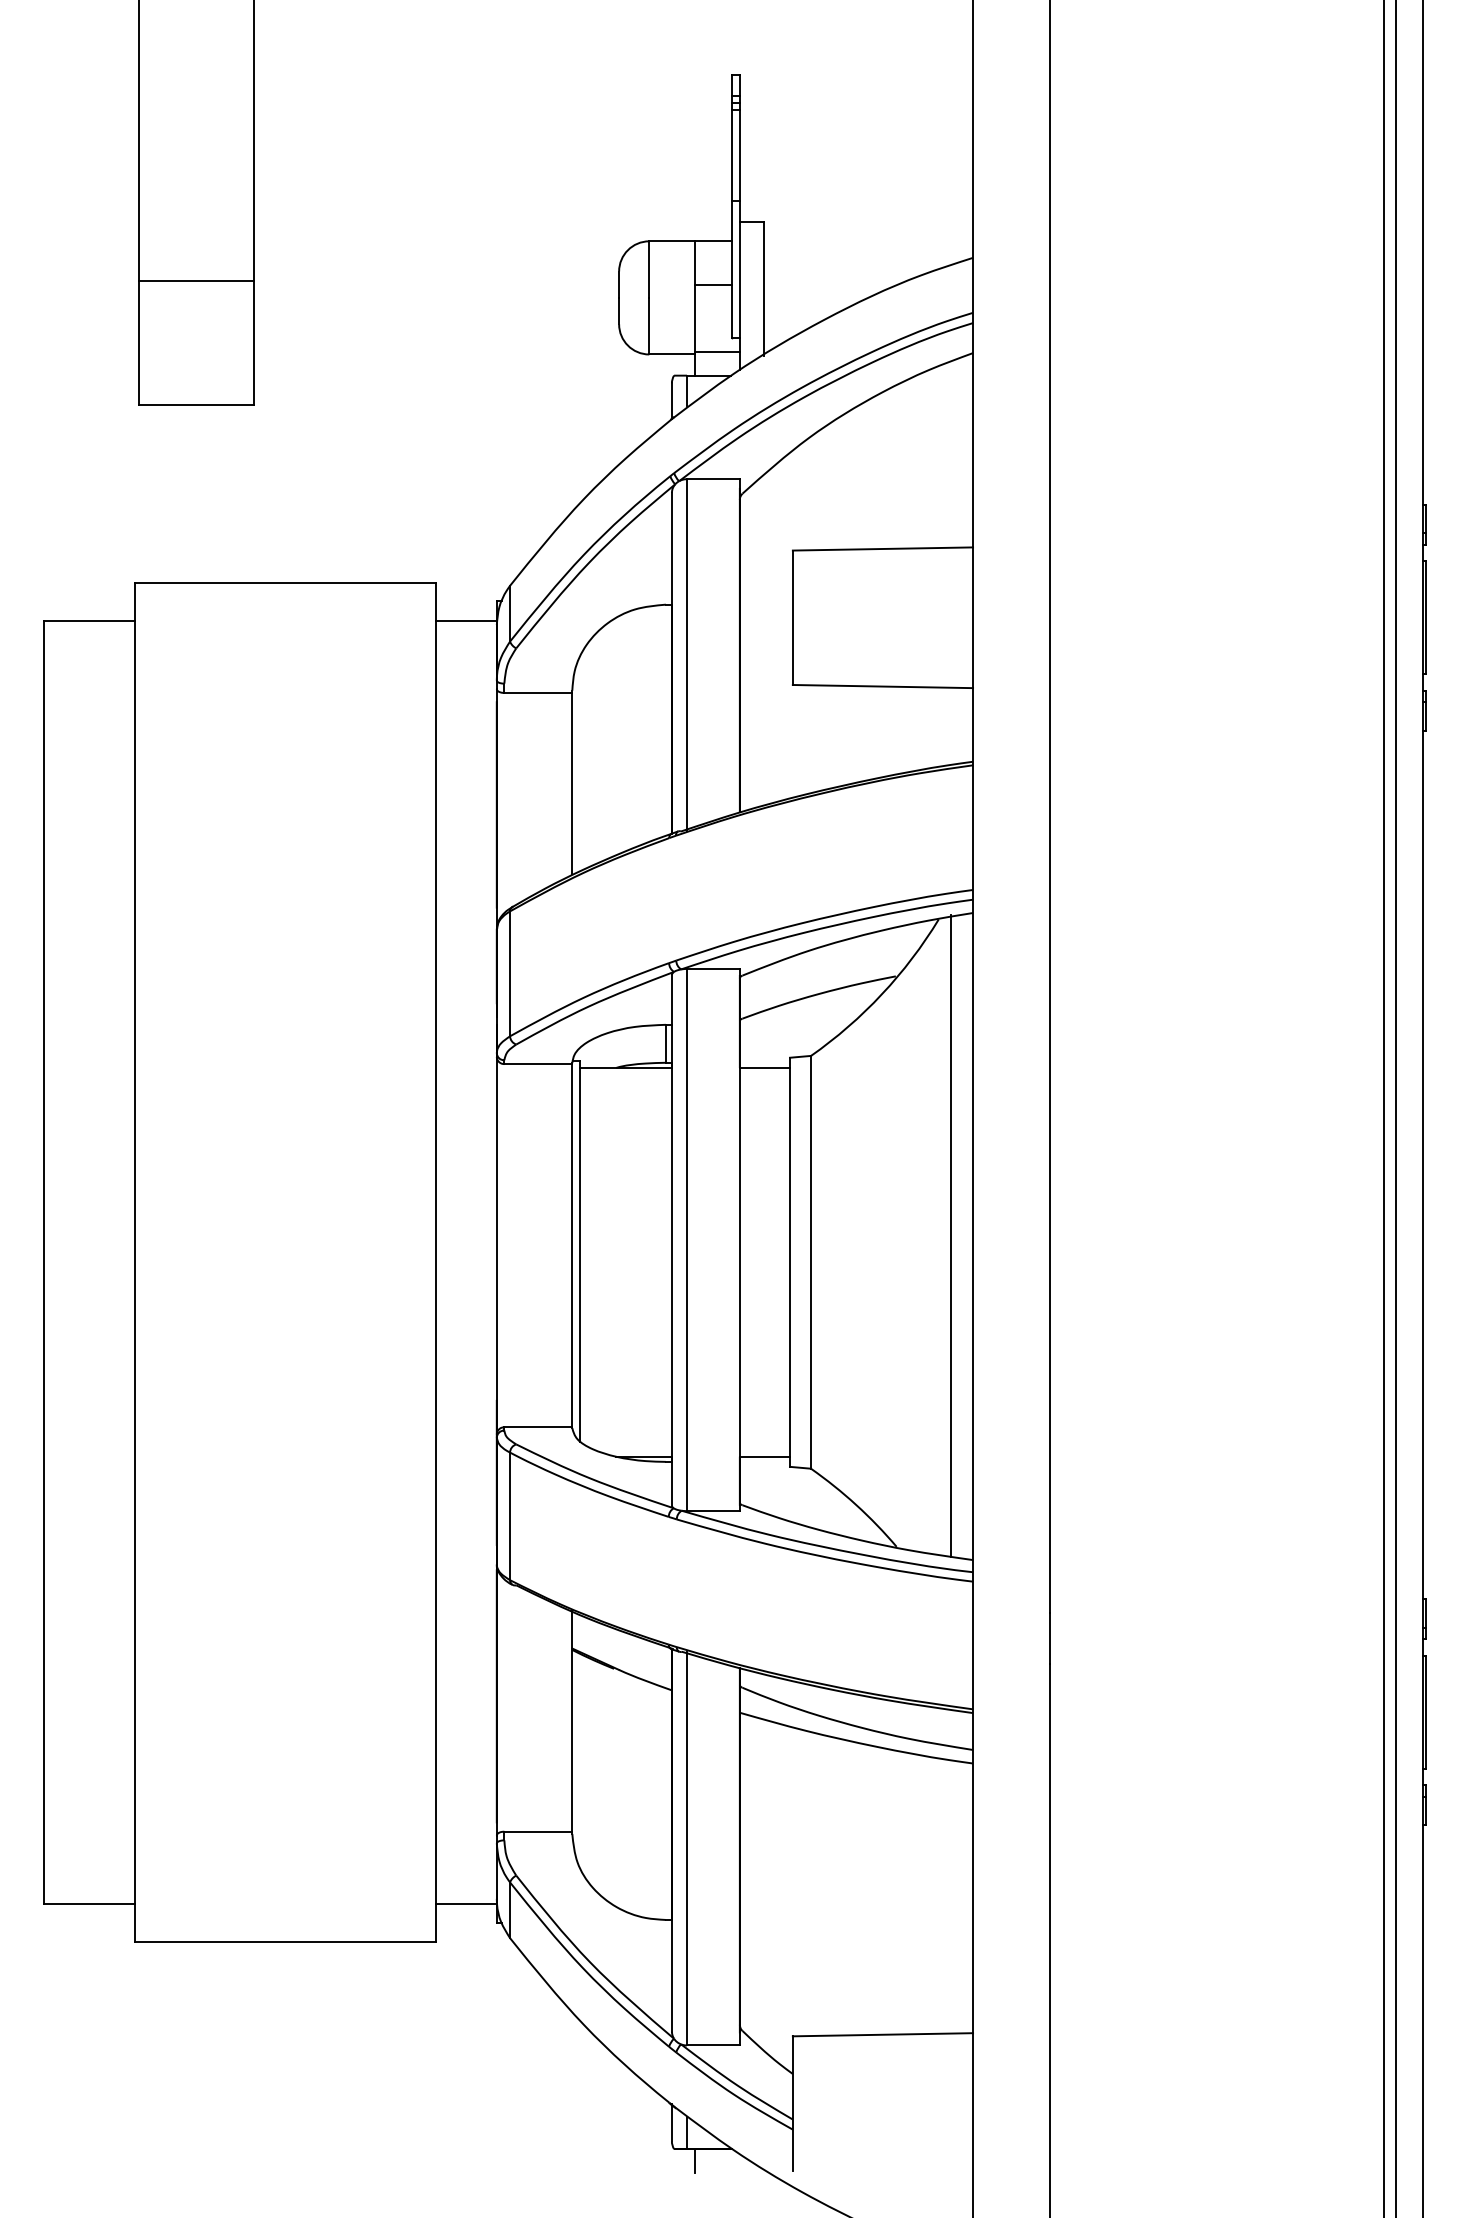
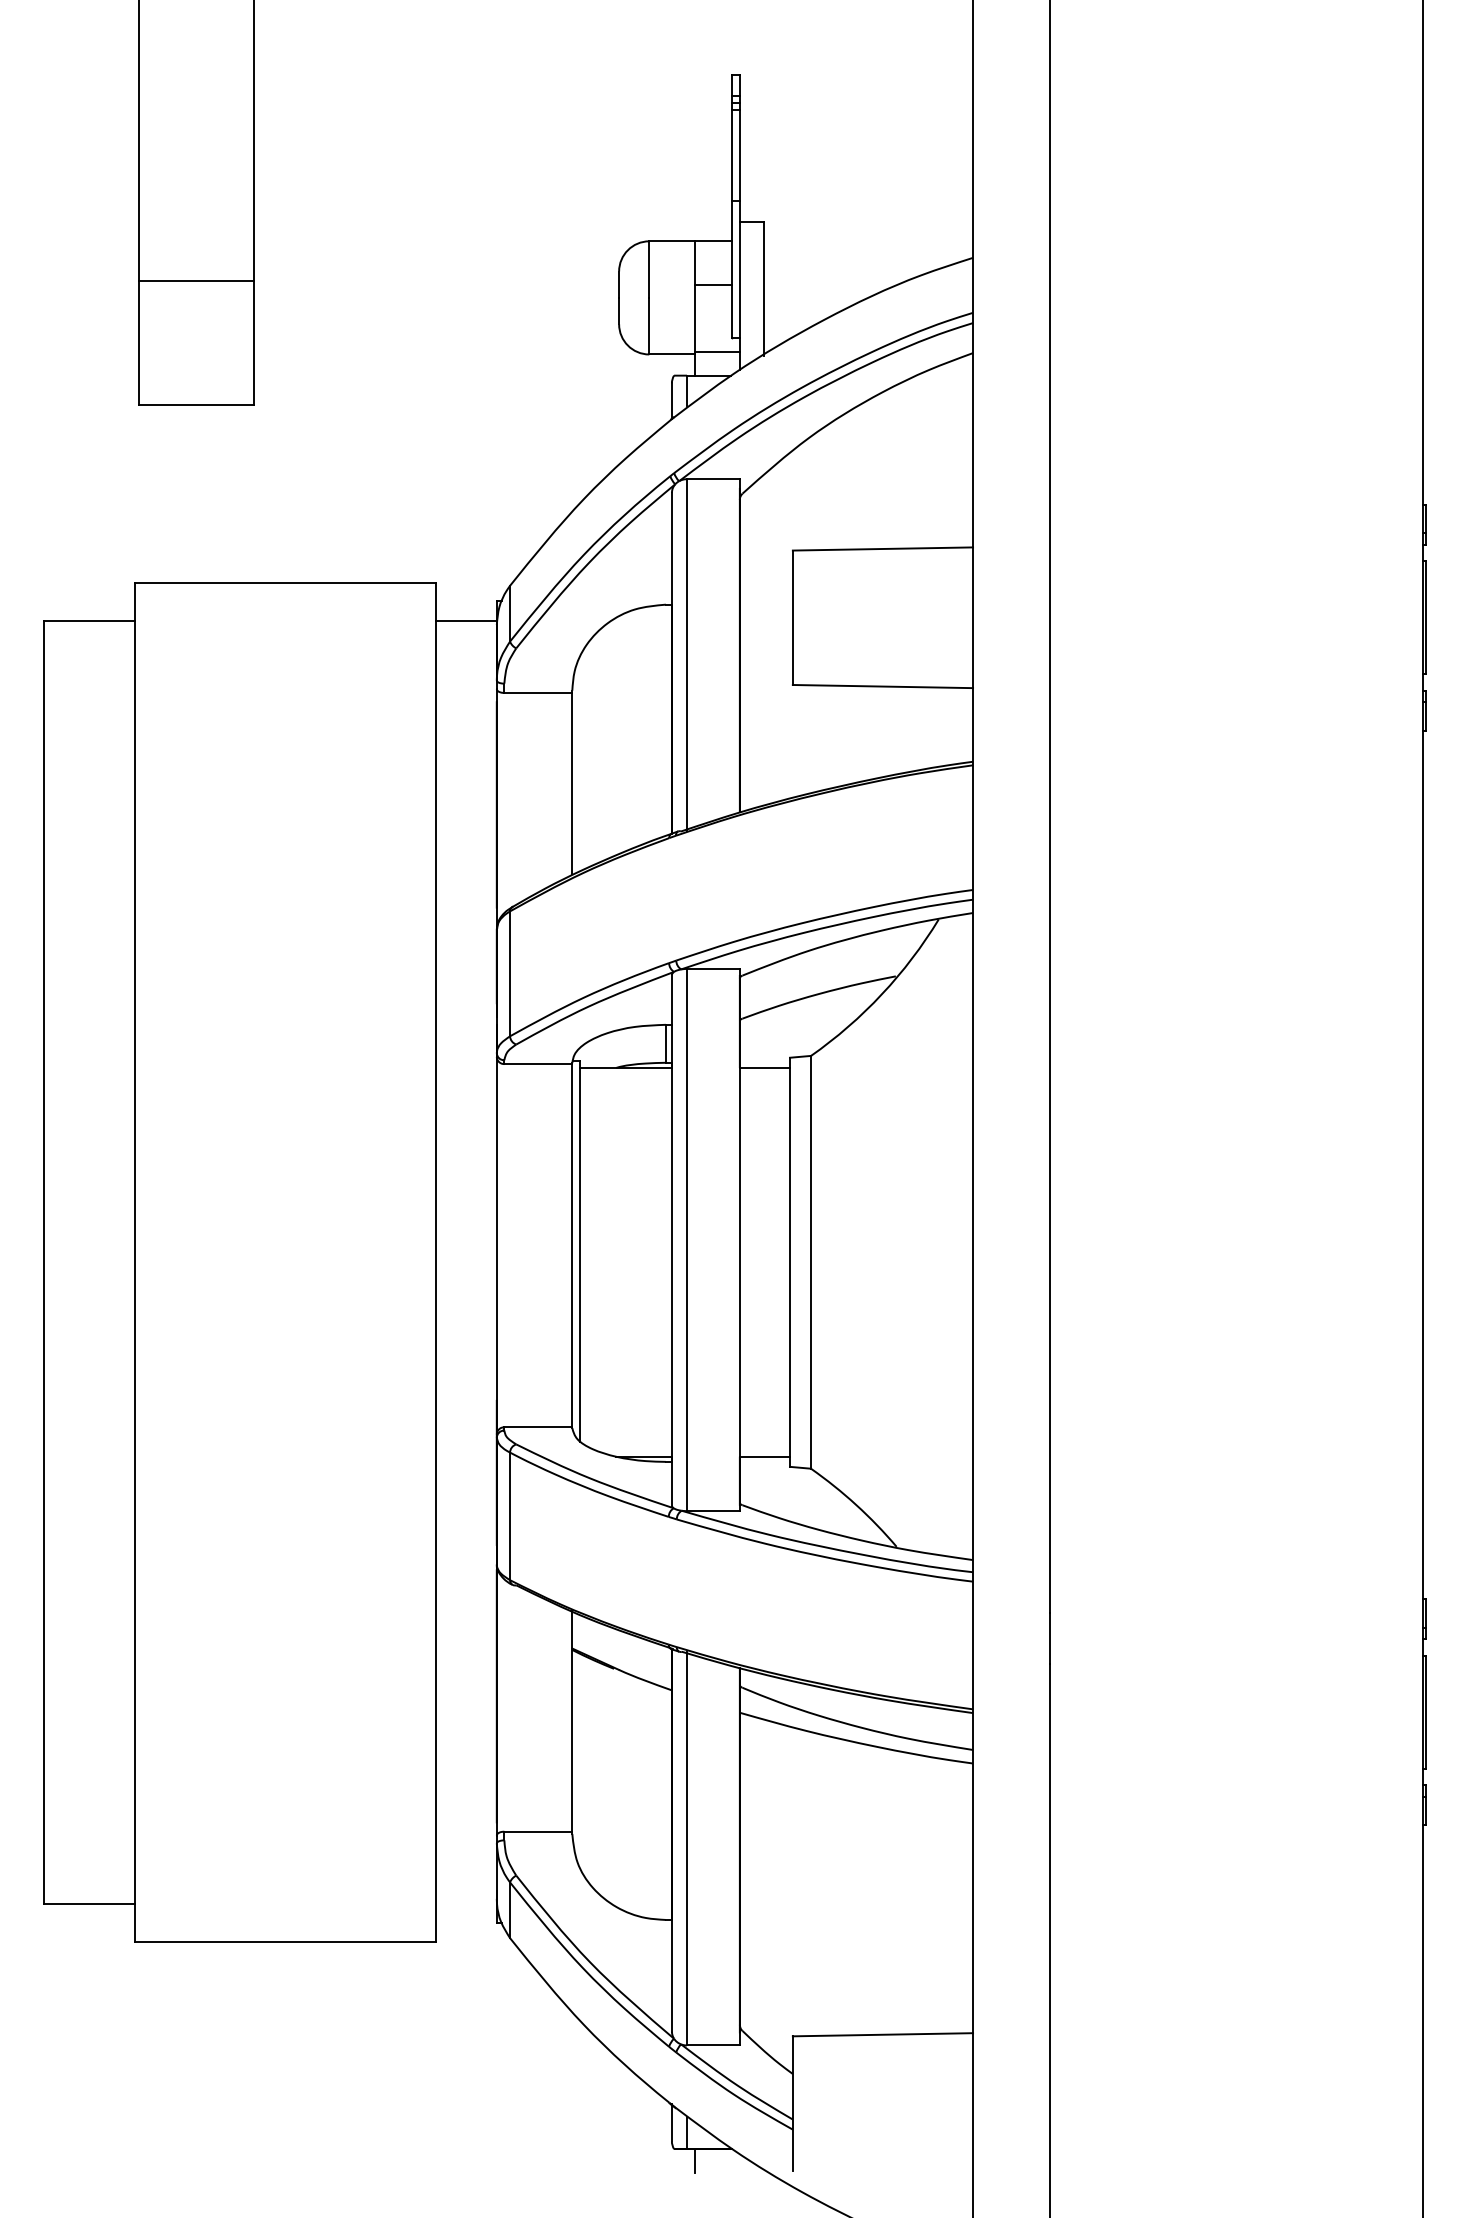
line at (1383, 1108): present -> none
line at (1395, 1108): present -> none
line at (951, 1236): present -> none
line at (466, 1903): present -> none
